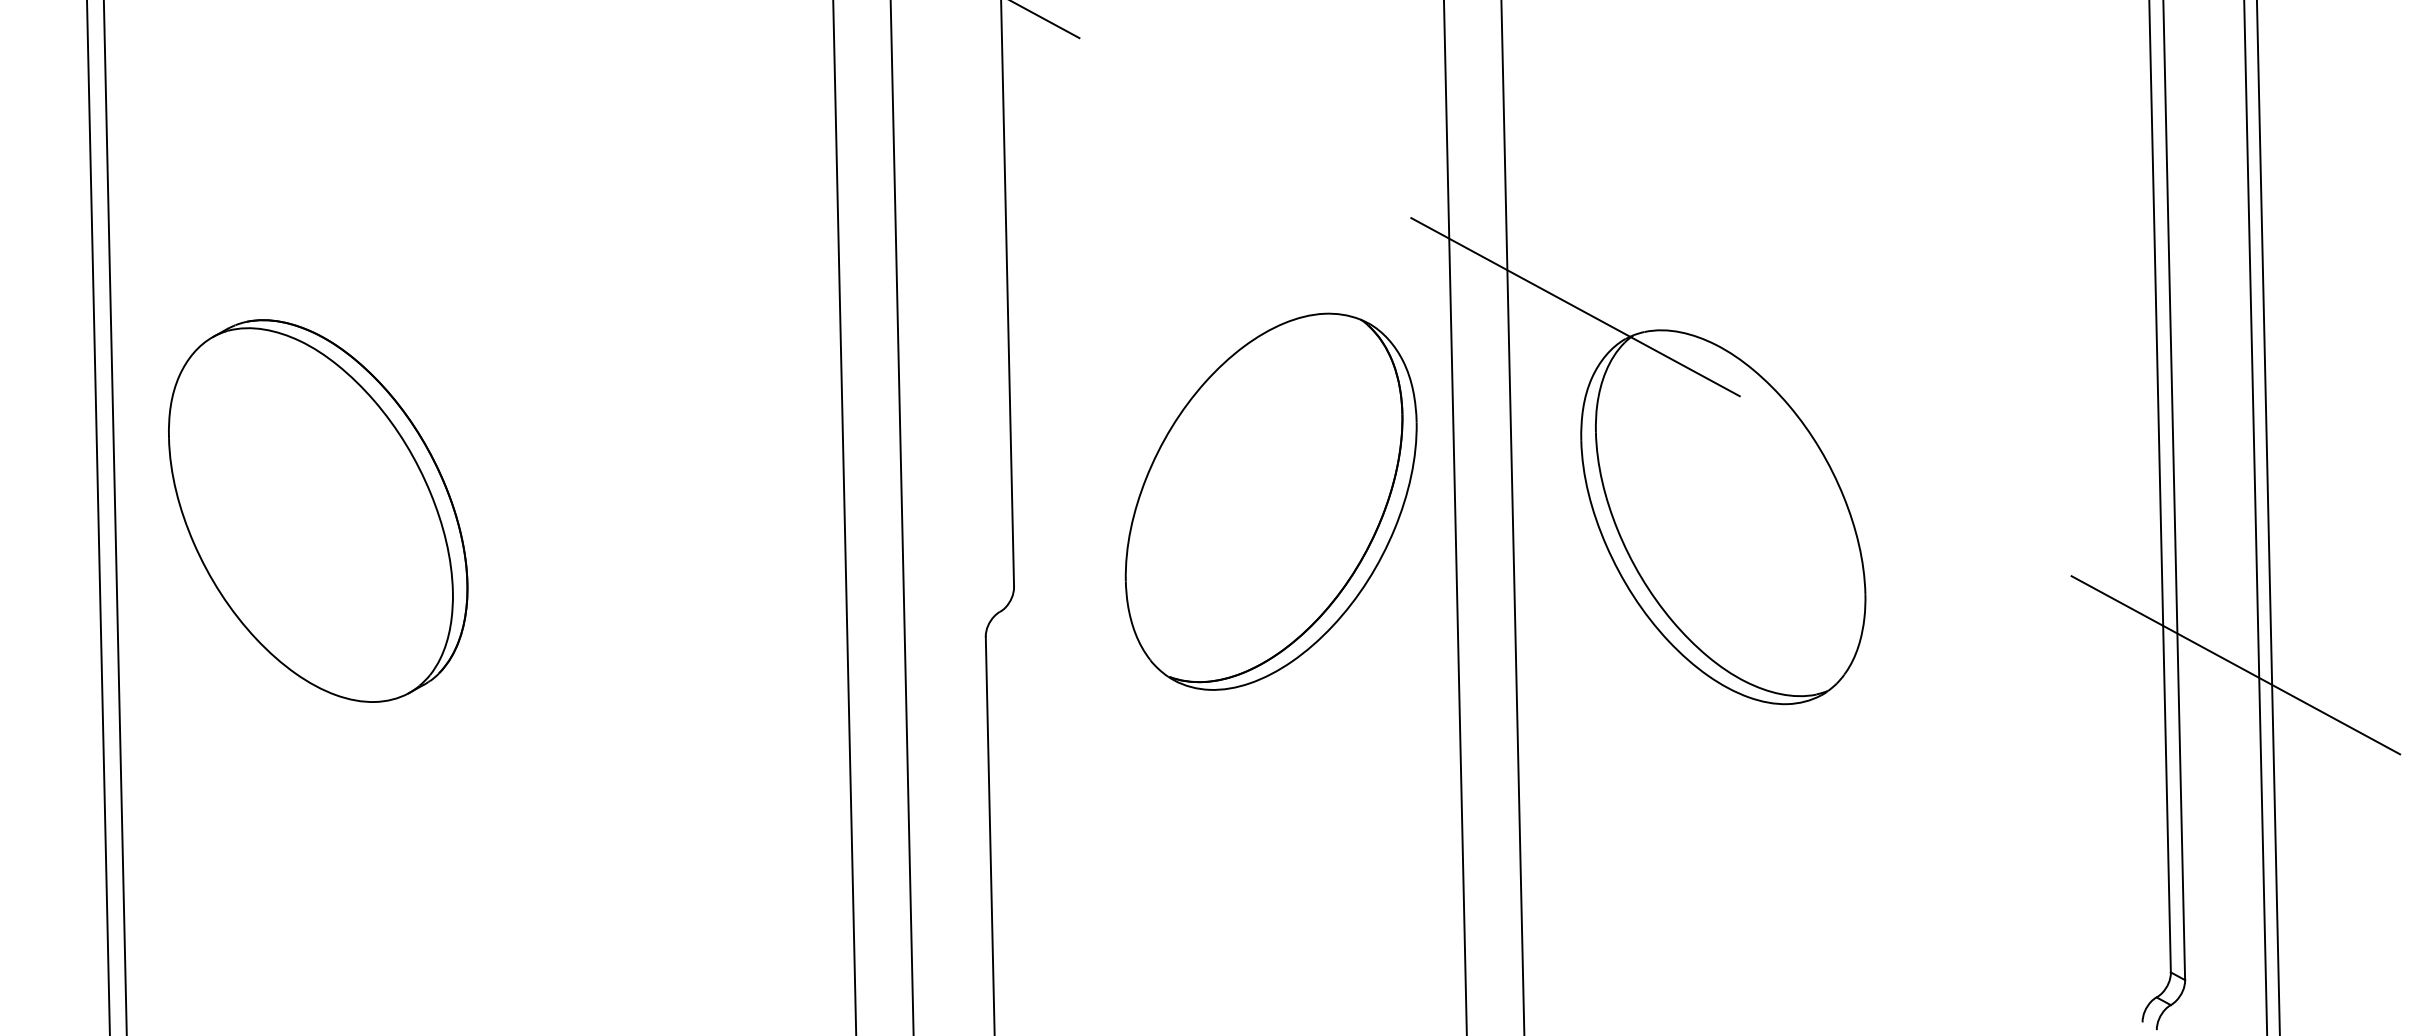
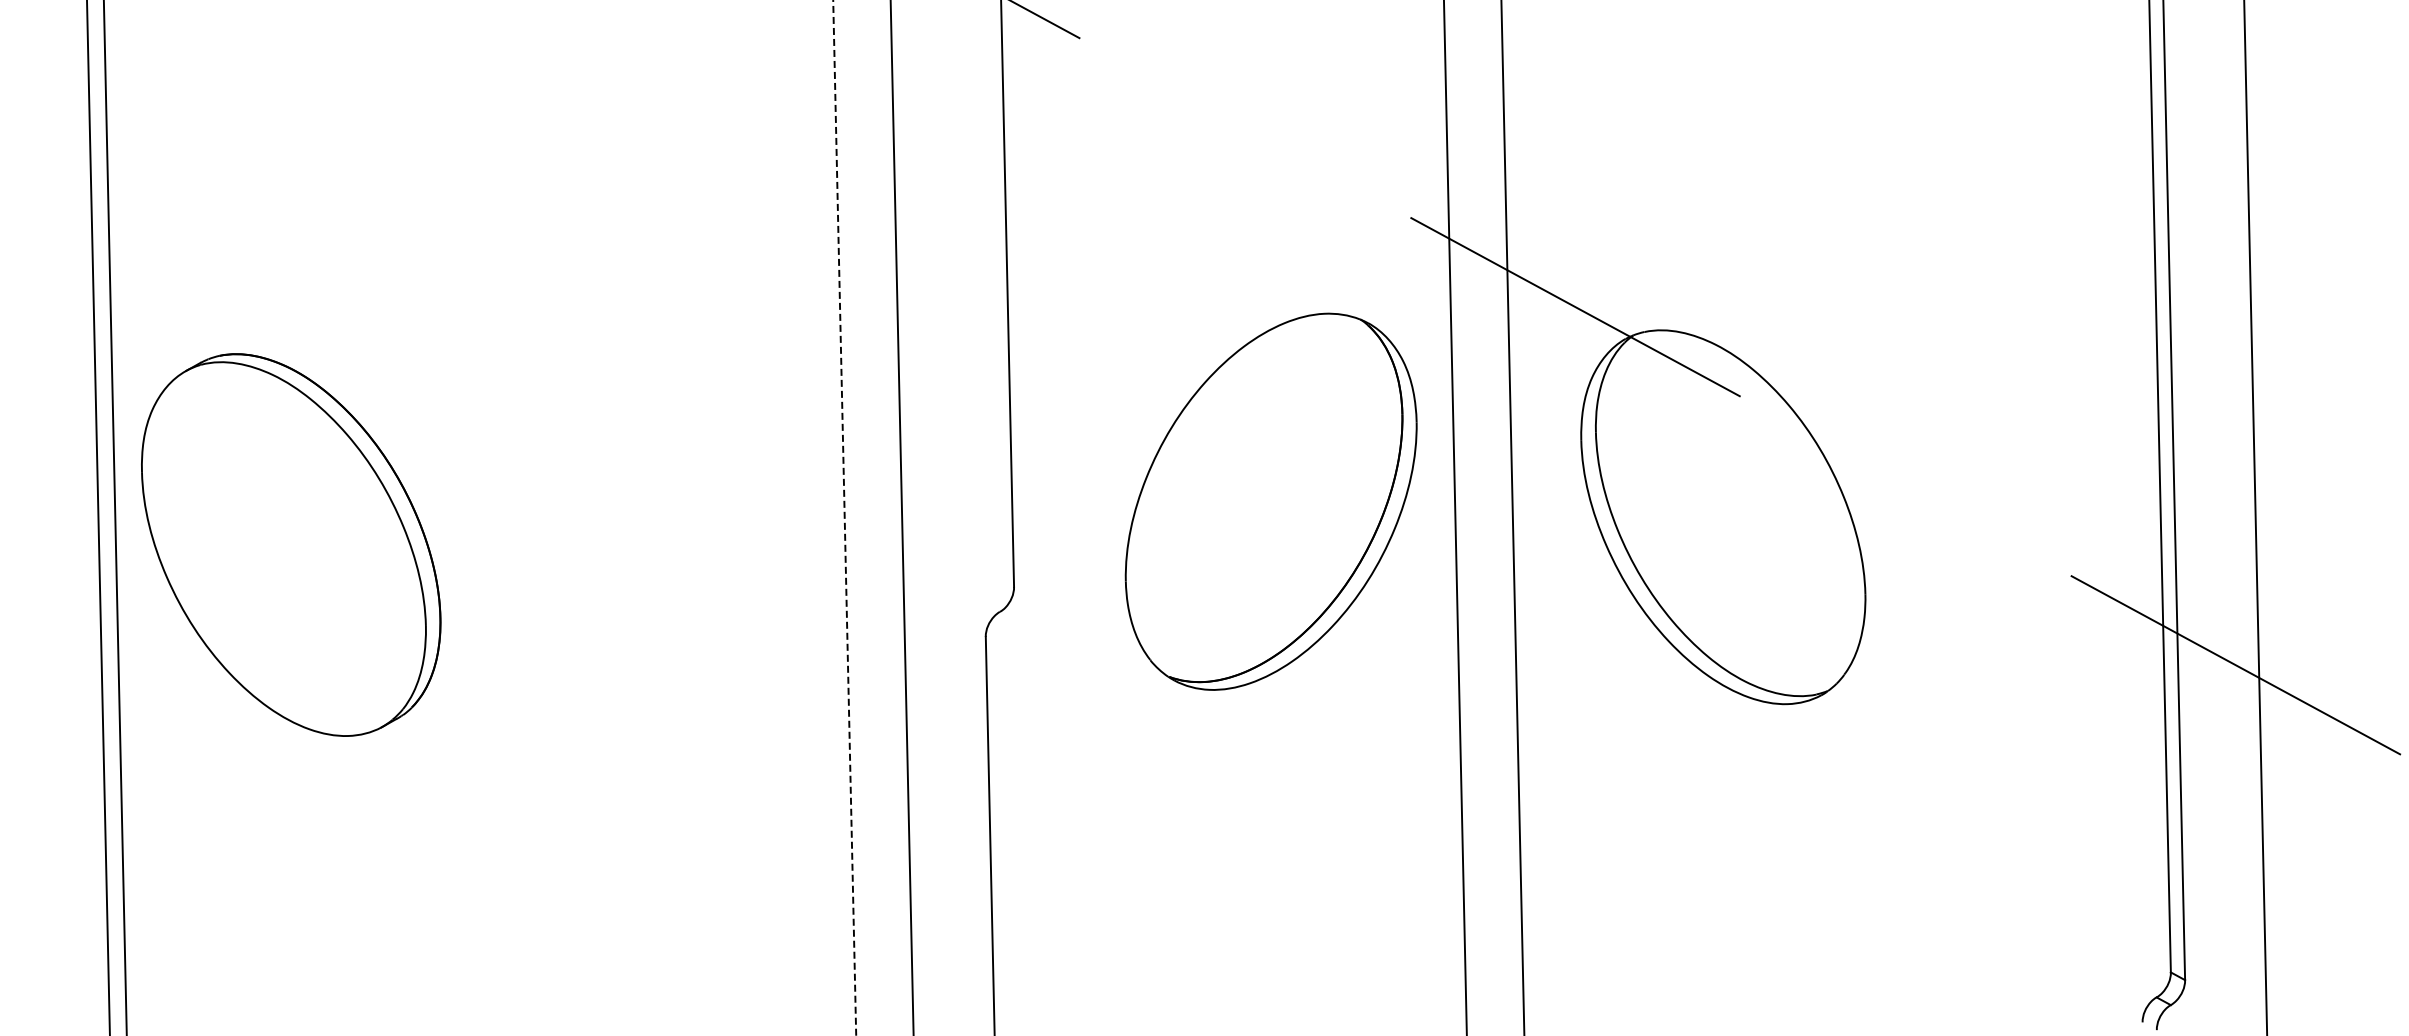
part at (318, 510) position: (318, 510) -> (291, 544)
line at (2268, 517): present -> none
line at (844, 518): solid -> dashed
